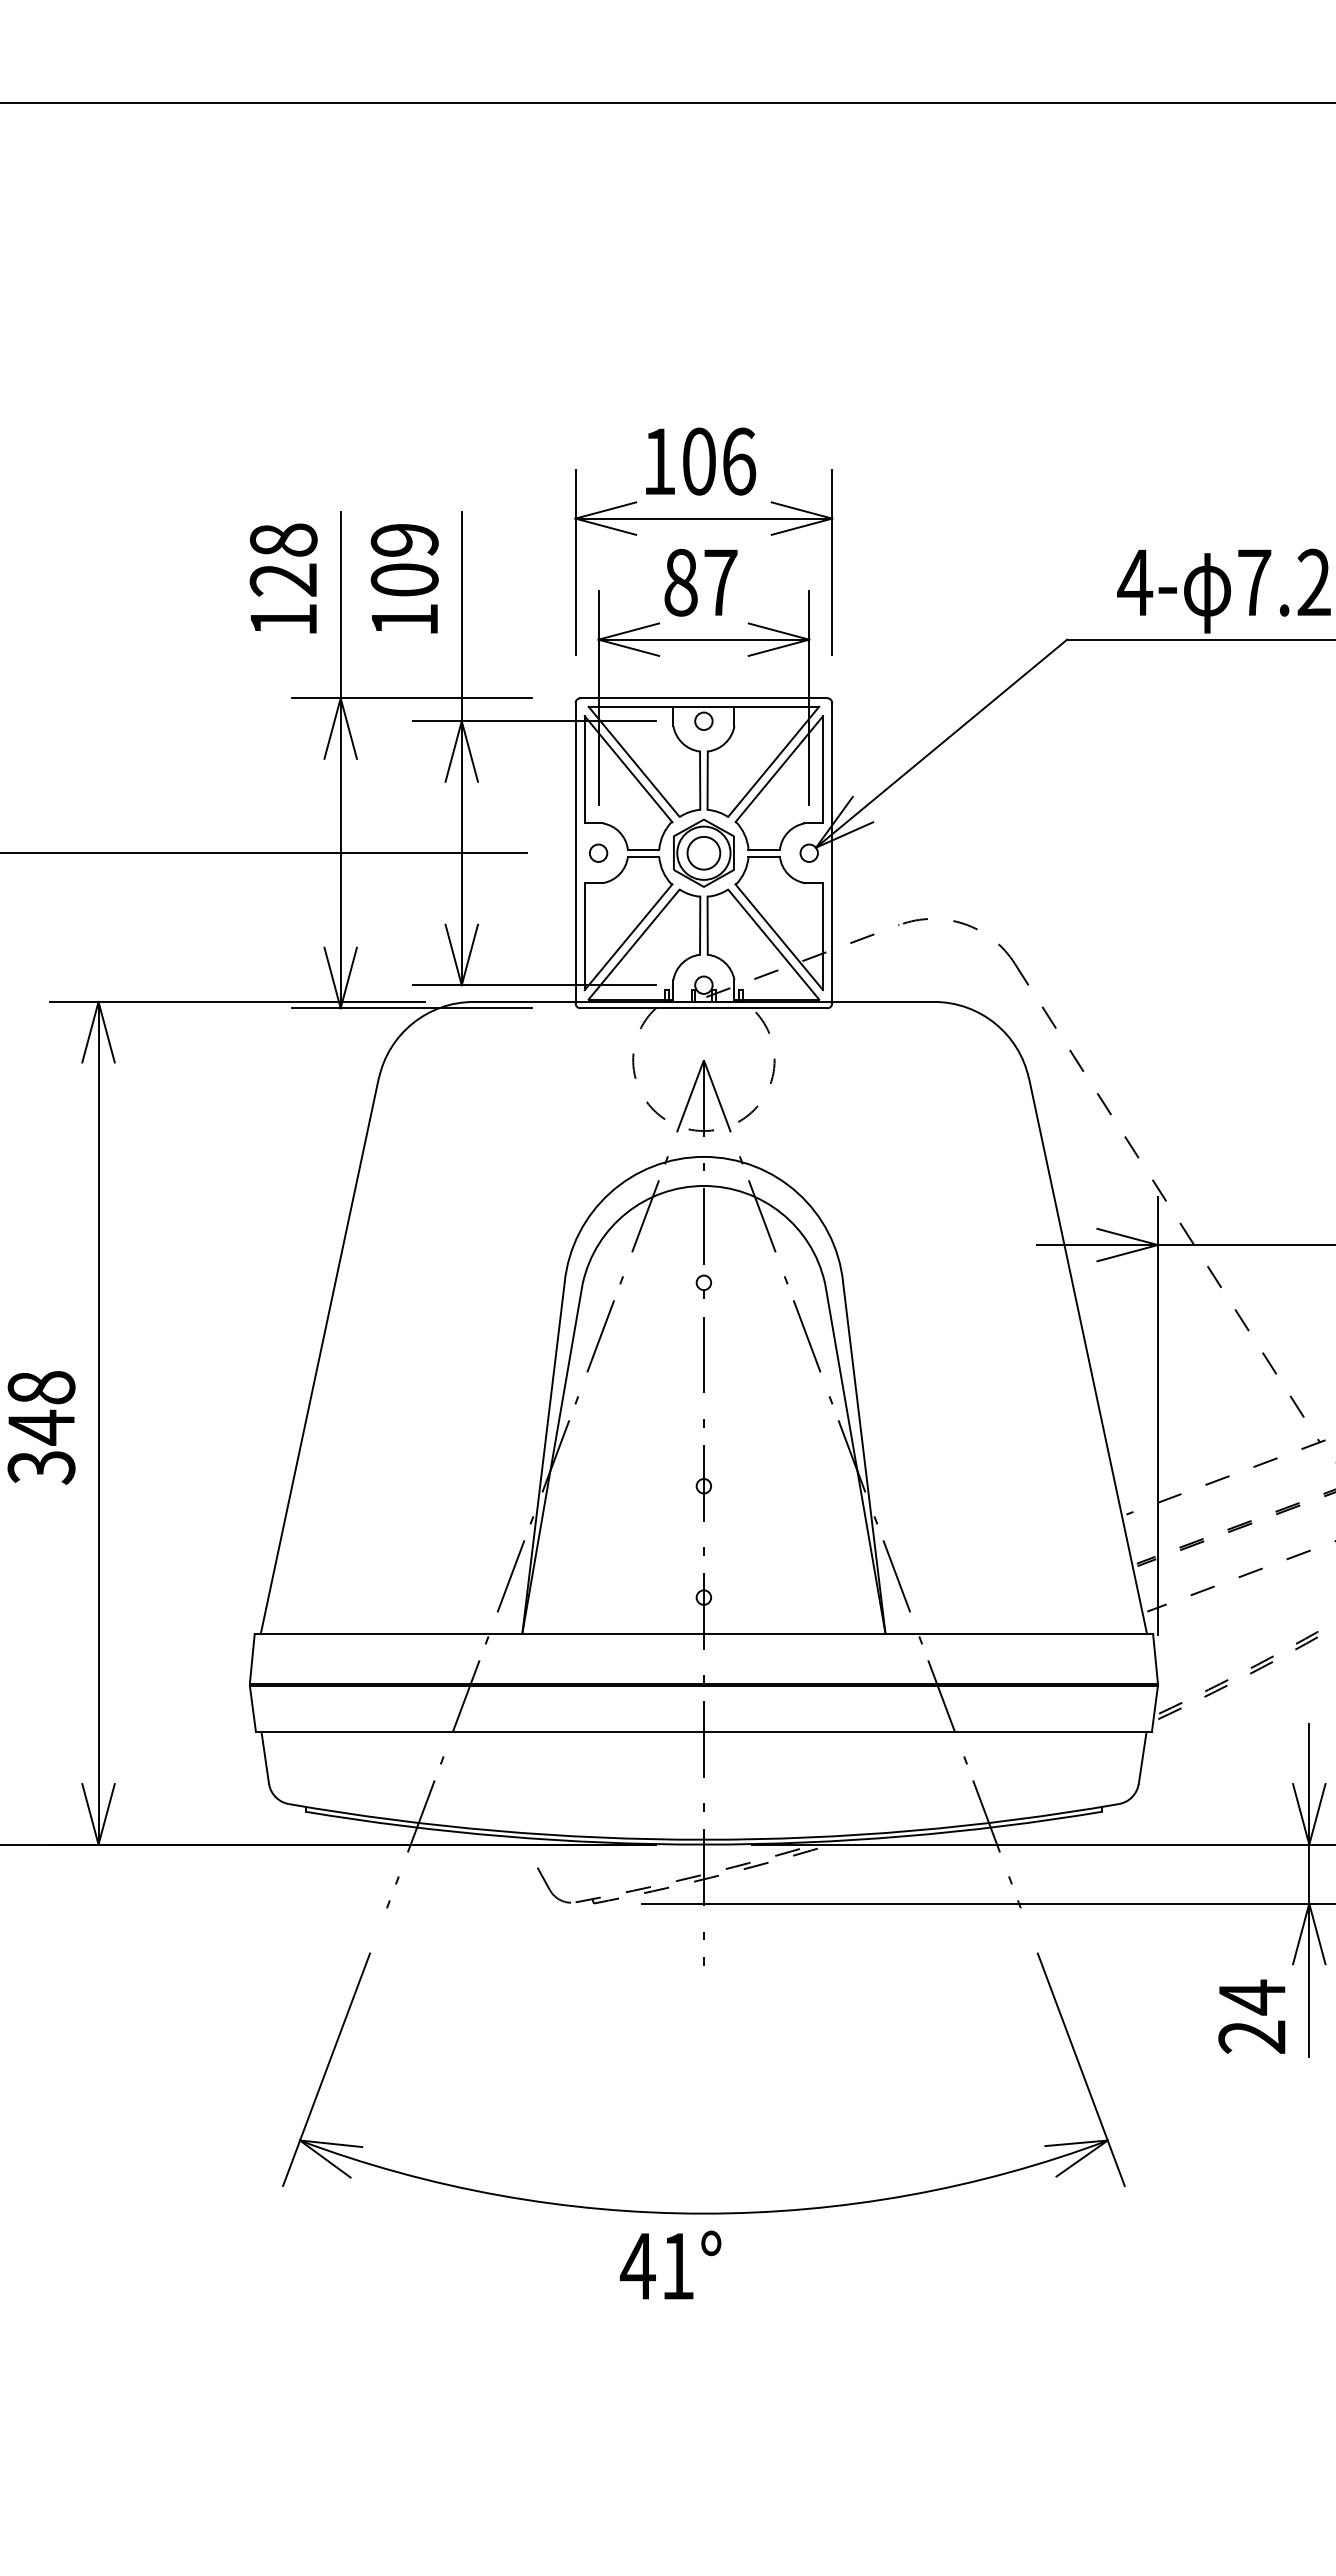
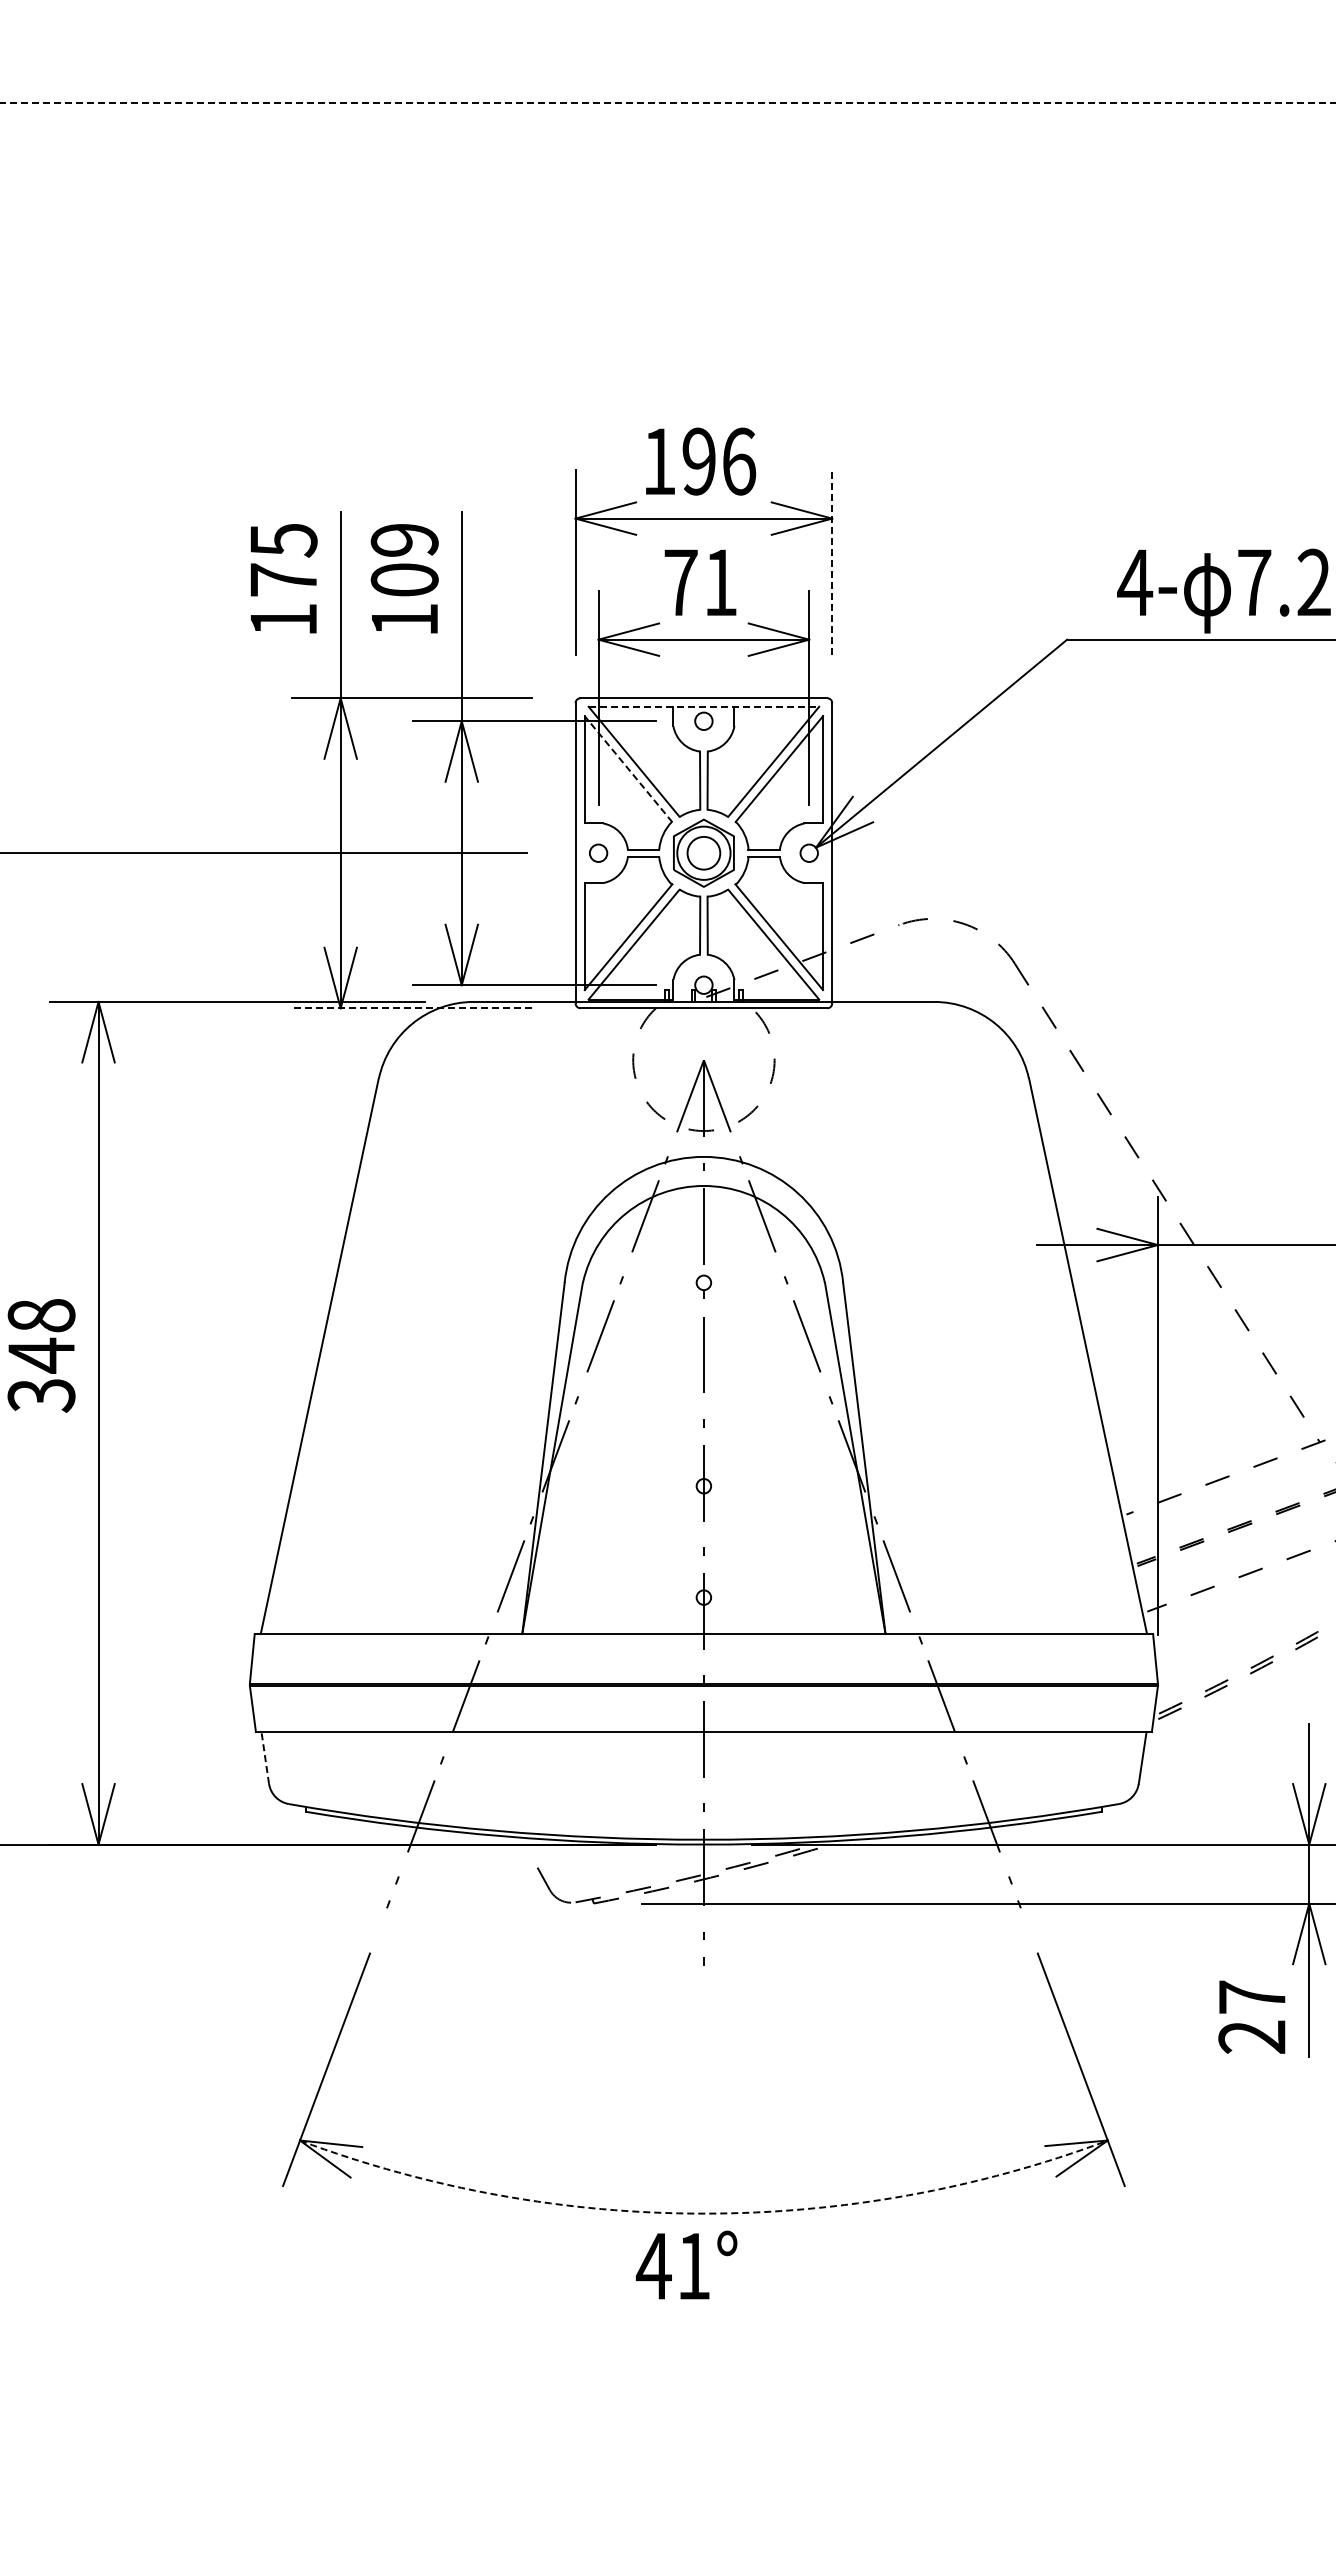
line at (668, 102): solid -> dashed
text at (698, 461): 106 -> 196
text at (283, 559): 128 -> 175
line at (832, 561): solid -> dashed
text at (700, 582): 87 -> 71
line at (704, 706): solid -> dashed
line at (628, 769): solid -> dashed
line at (412, 1008): solid -> dashed
text at (41, 1427) position: (41, 1427) -> (41, 1355)
line at (265, 1757): solid -> dashed
text at (1252, 1997): 24 -> 27
arc at (703, 2213): solid -> dashed
text at (670, 2264) position: (670, 2264) -> (686, 2264)
